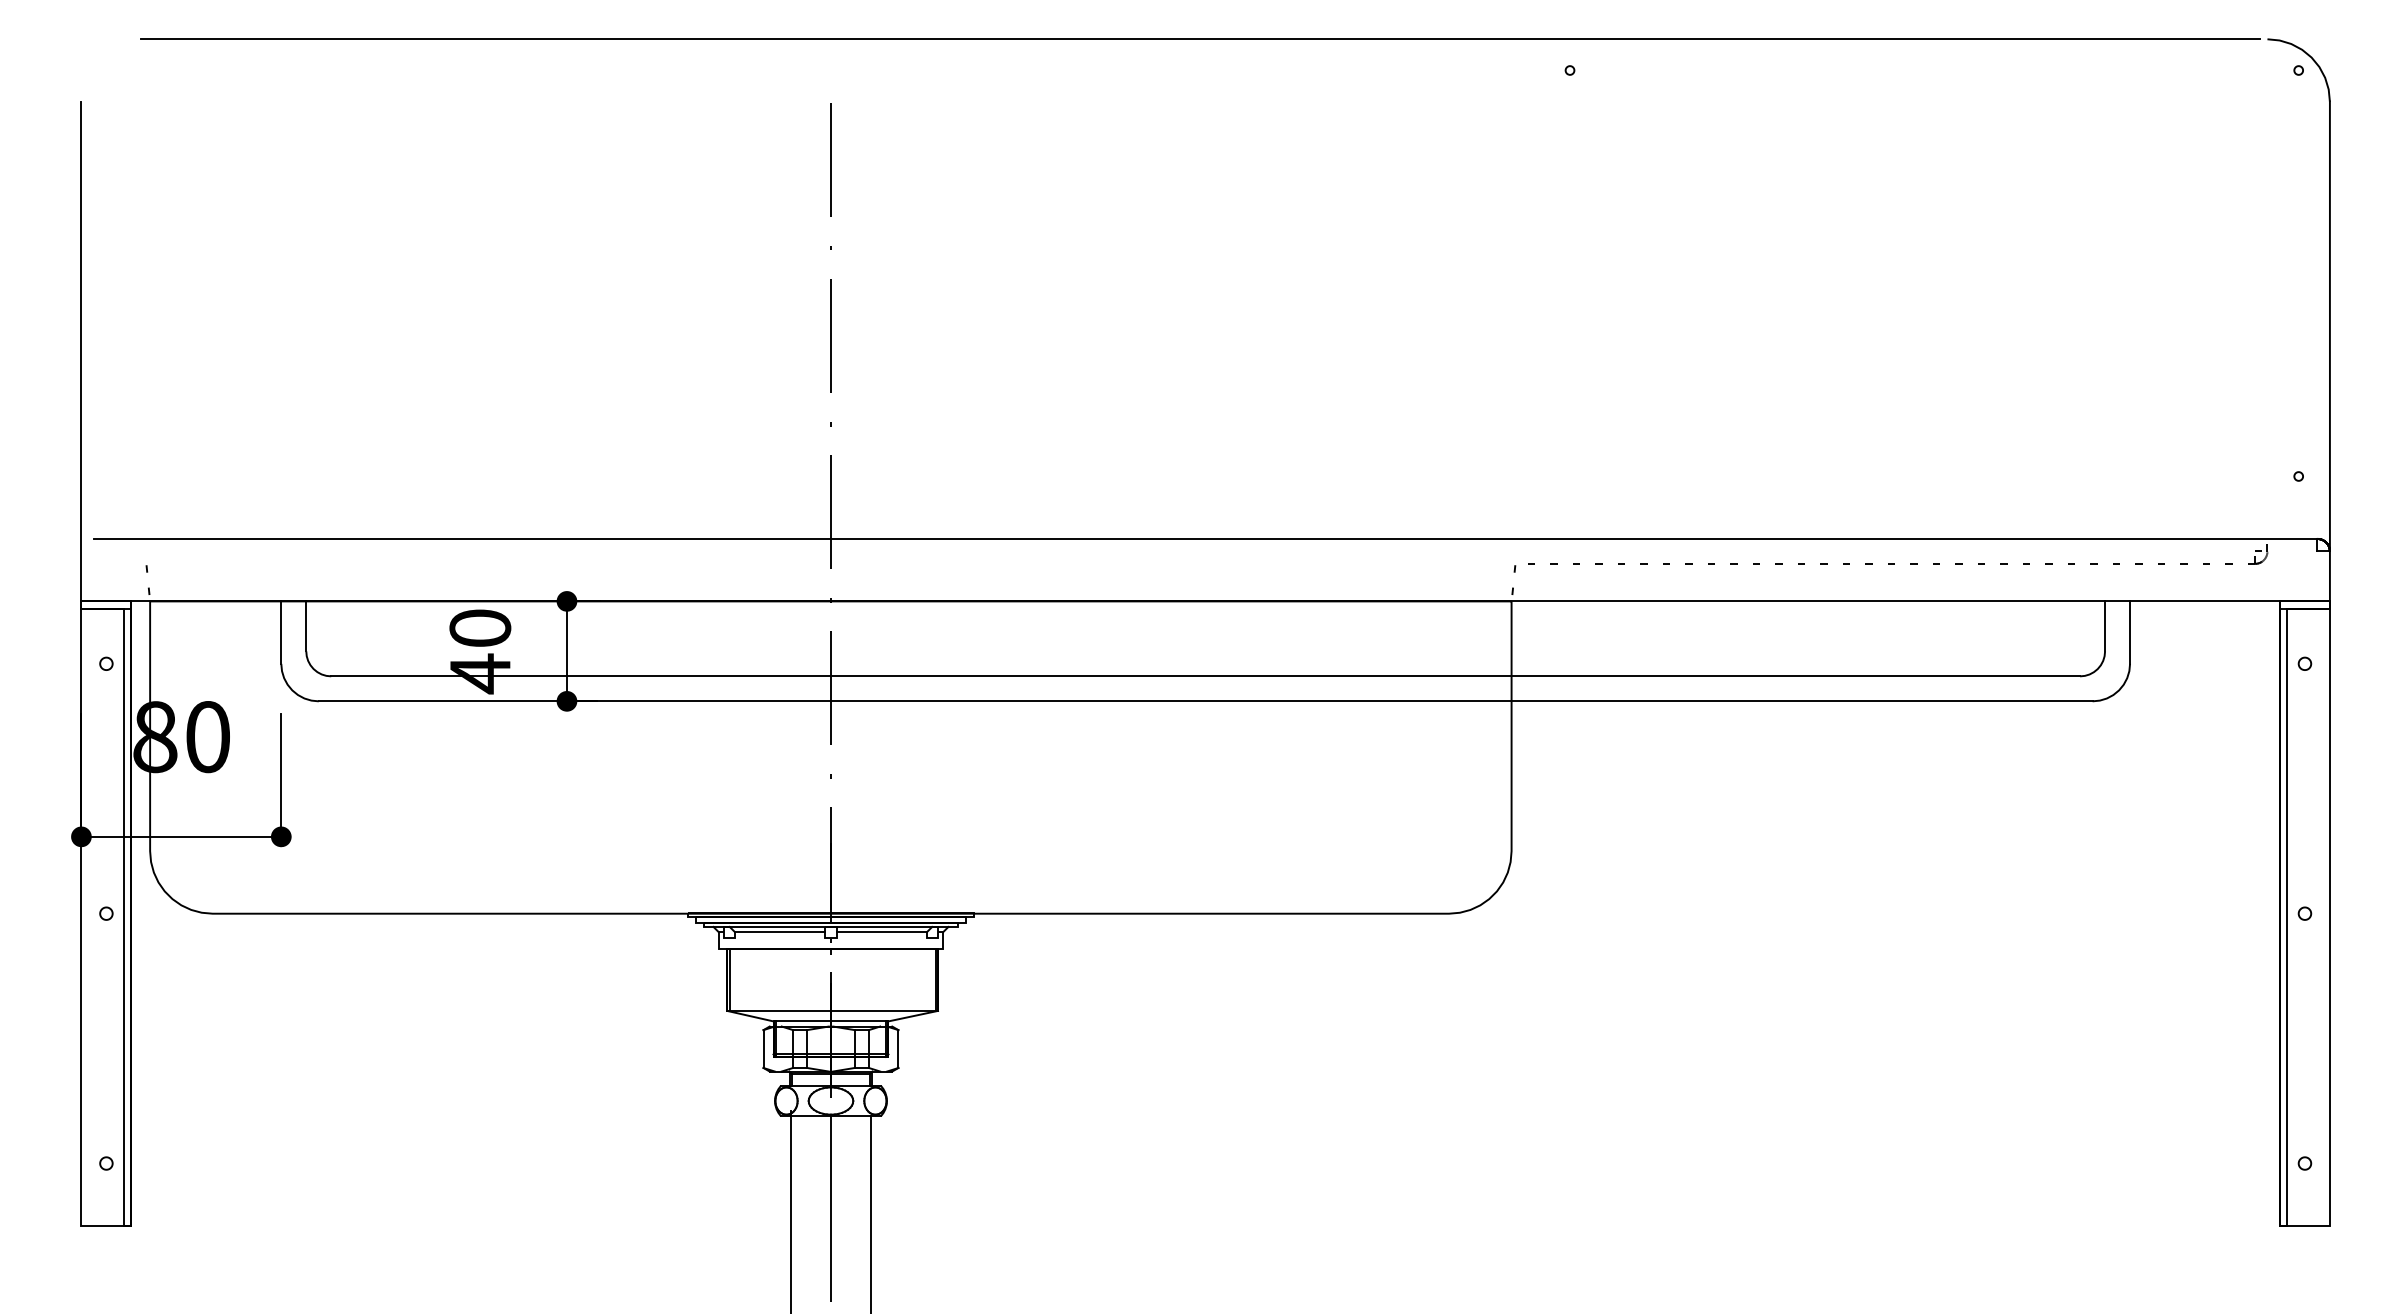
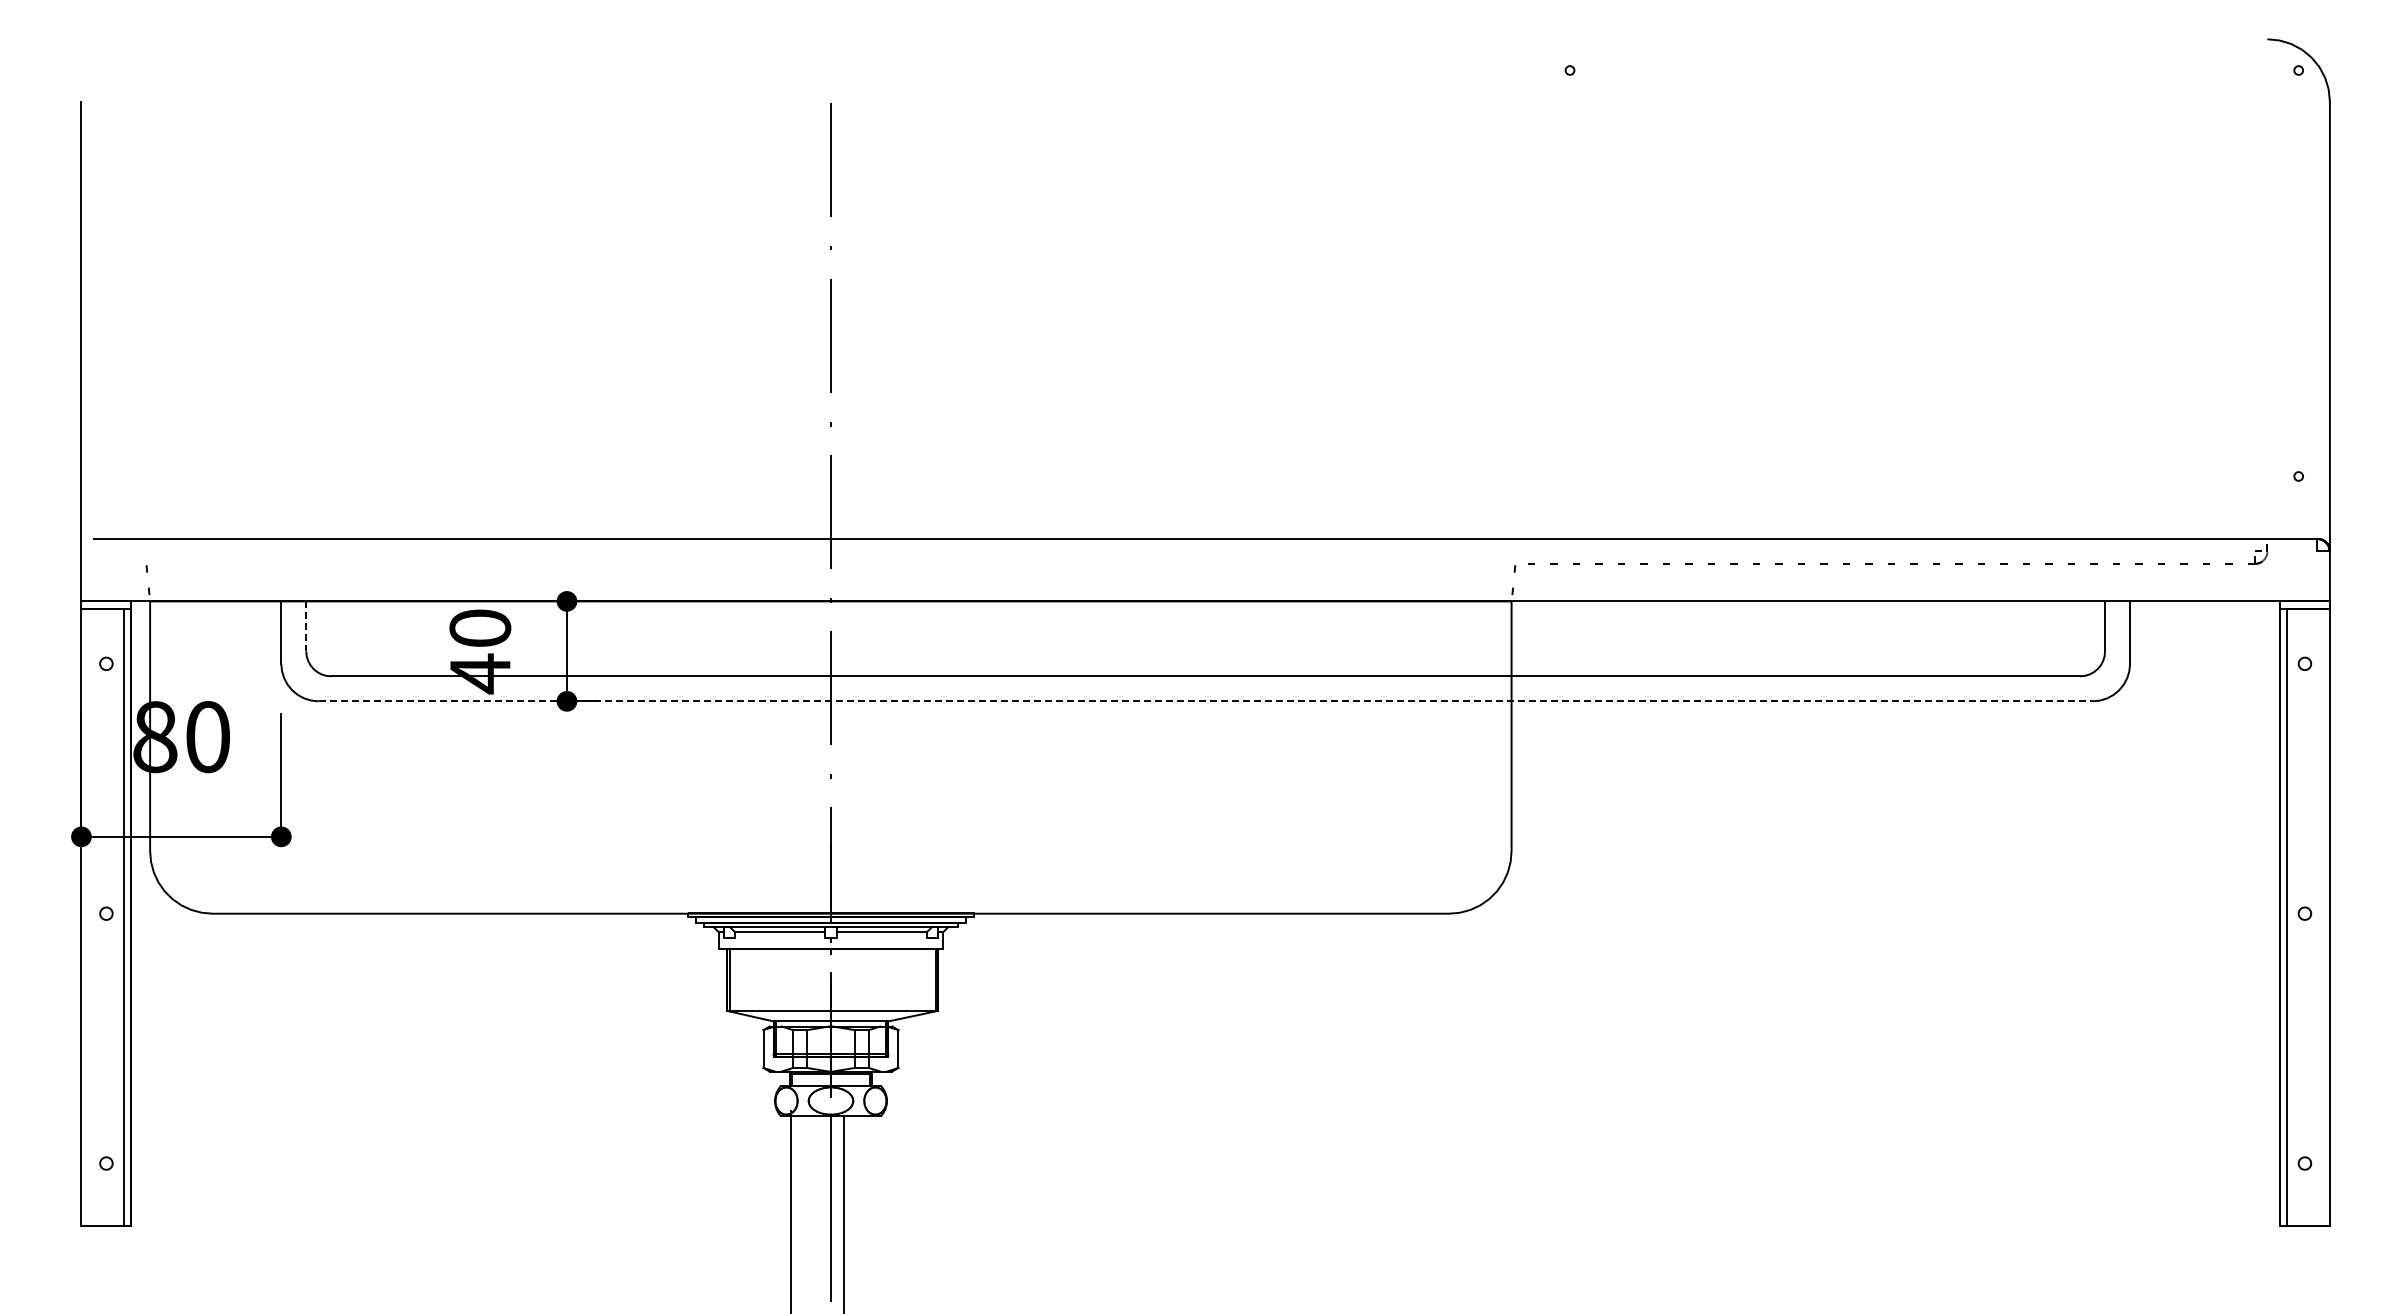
line at (1200, 39): present -> none
line at (306, 626): solid -> dashed
line at (1205, 701): solid -> dashed
line at (870, 1213) position: (870, 1213) -> (843, 1213)
